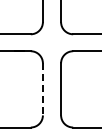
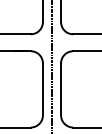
line at (52, 66): none -> present
line at (42, 89): dashed -> solid
